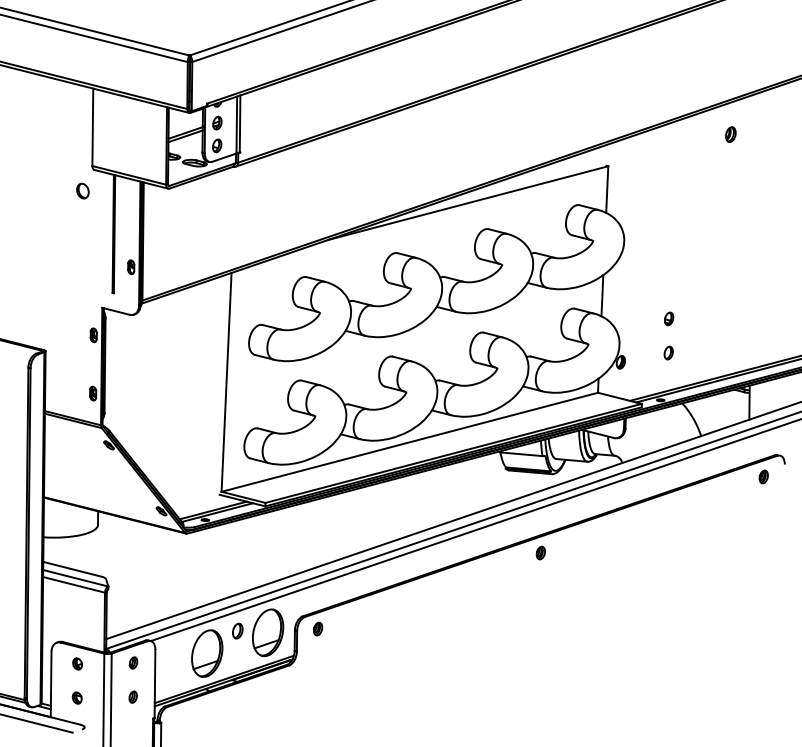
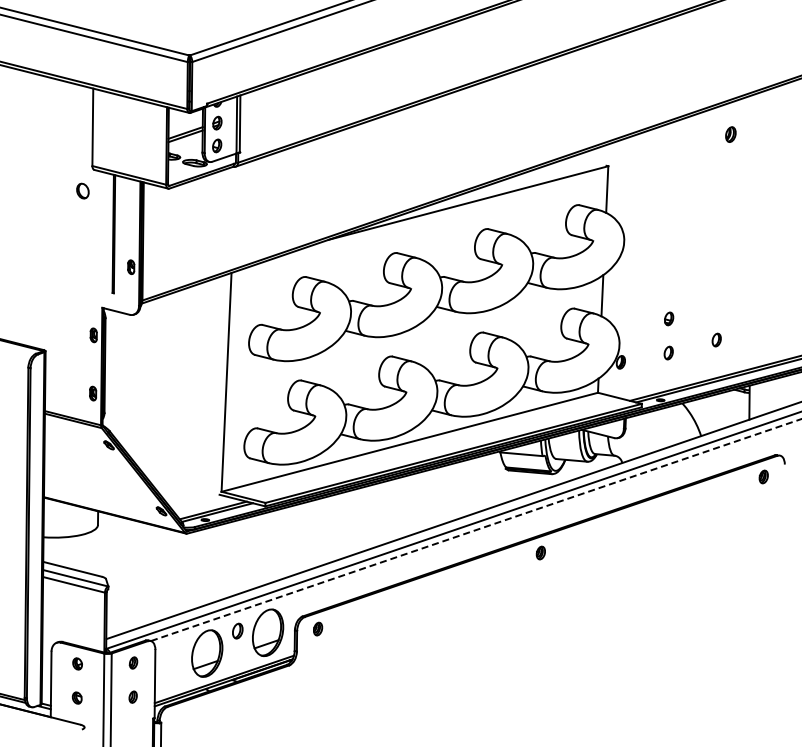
part at (716, 339): none -> present
line at (476, 530): solid -> dashed
line at (37, 723): present -> none
